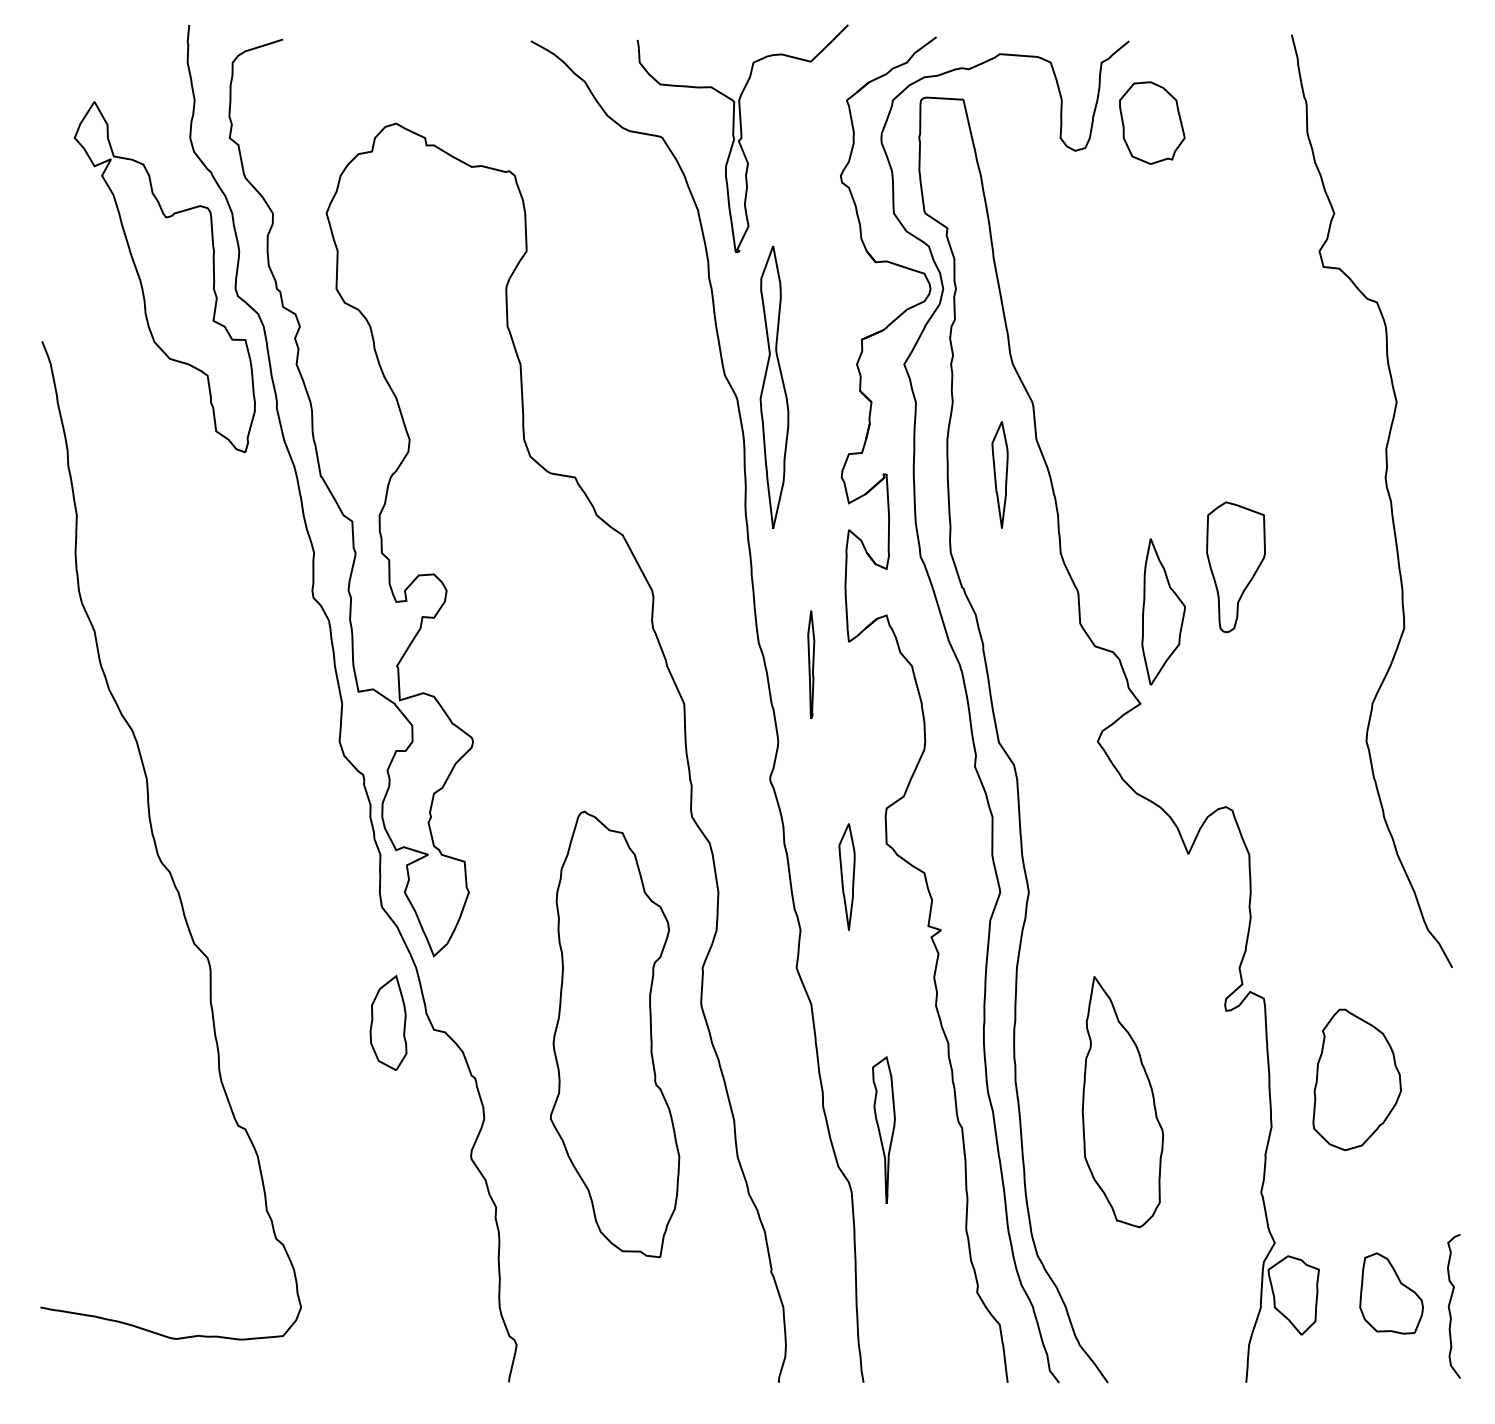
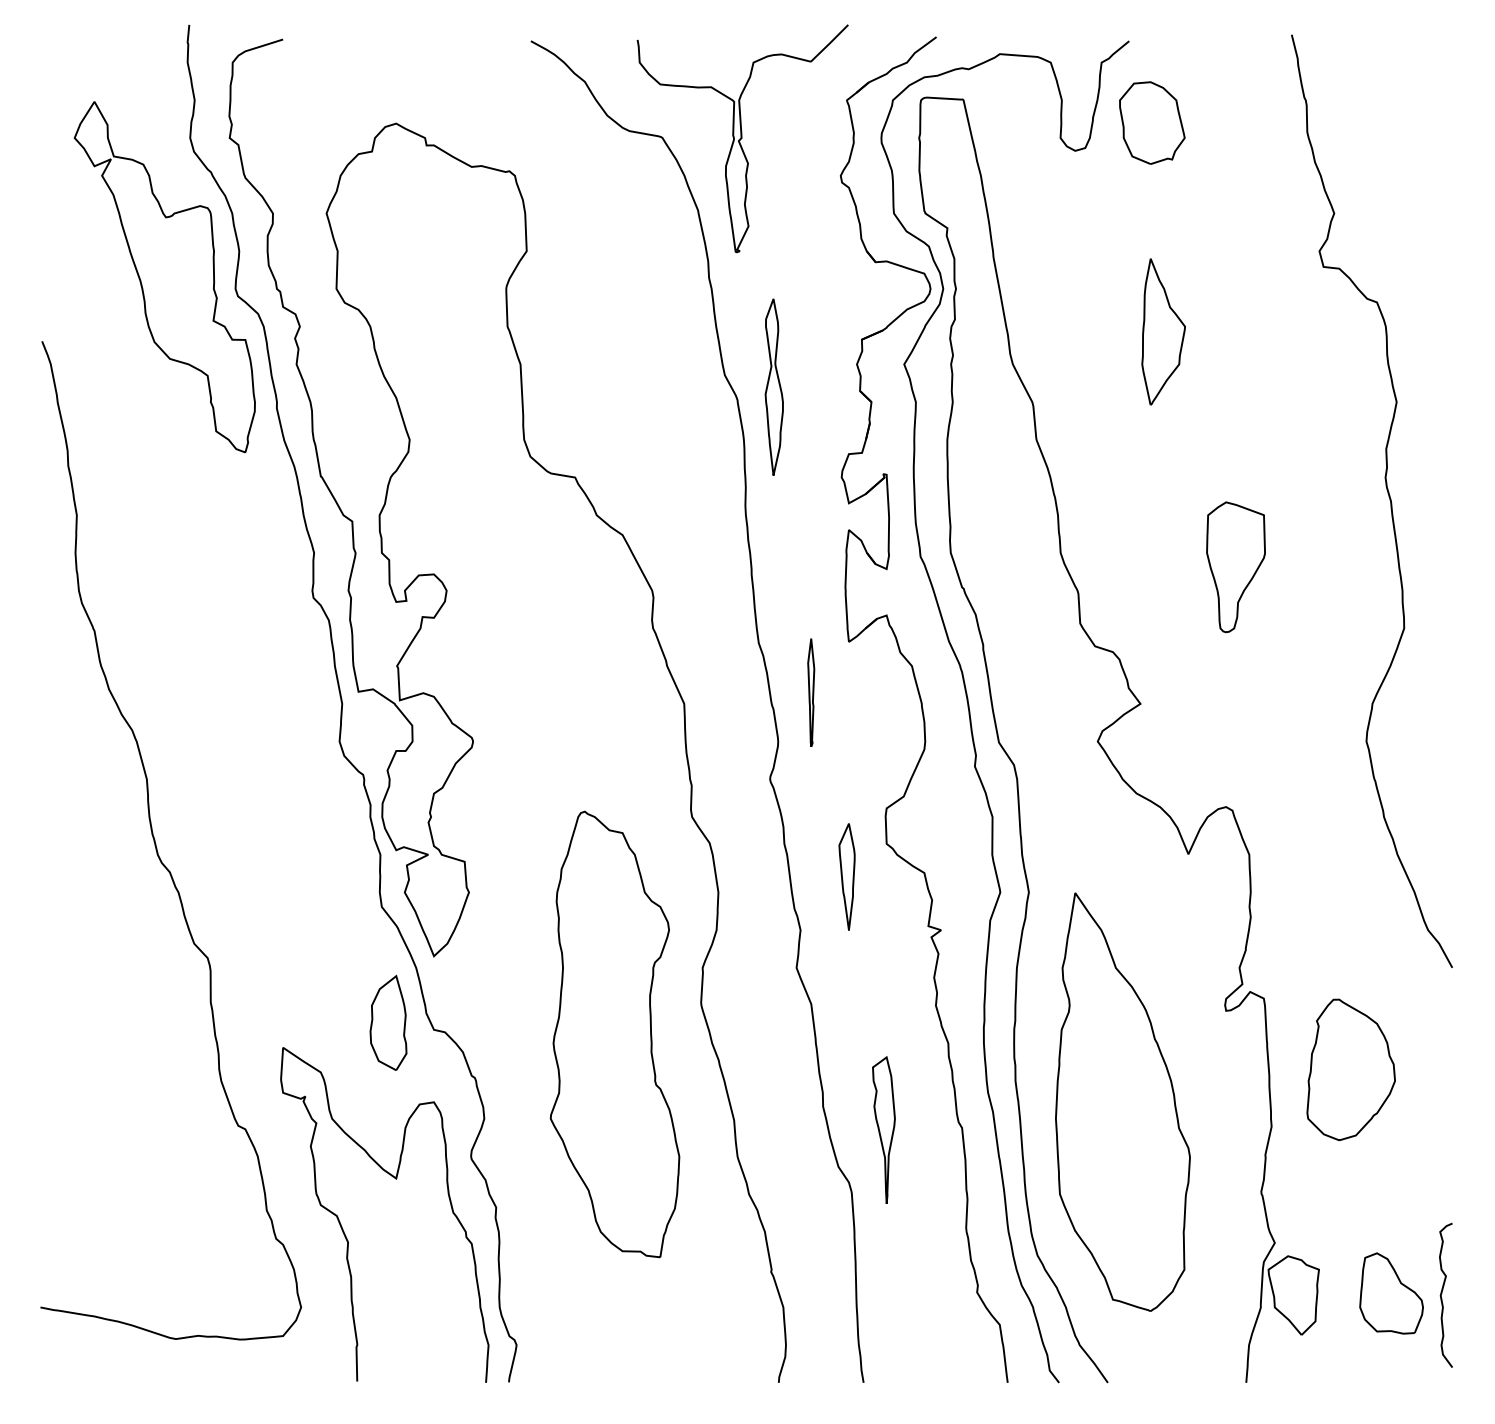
part at (774, 386) size: 31x284 px -> 20x178 px
part at (999, 474): present -> none
part at (1163, 611) position: (1163, 611) -> (1163, 331)
part at (811, 664) position: (811, 664) -> (811, 692)
part at (1356, 1079) position: (1356, 1079) -> (1350, 1069)
part at (1122, 1102) size: 84x253 px -> 136x420 px
curve at (395, 1179): none -> present
curve at (1450, 1304) position: (1450, 1304) -> (1442, 1293)
